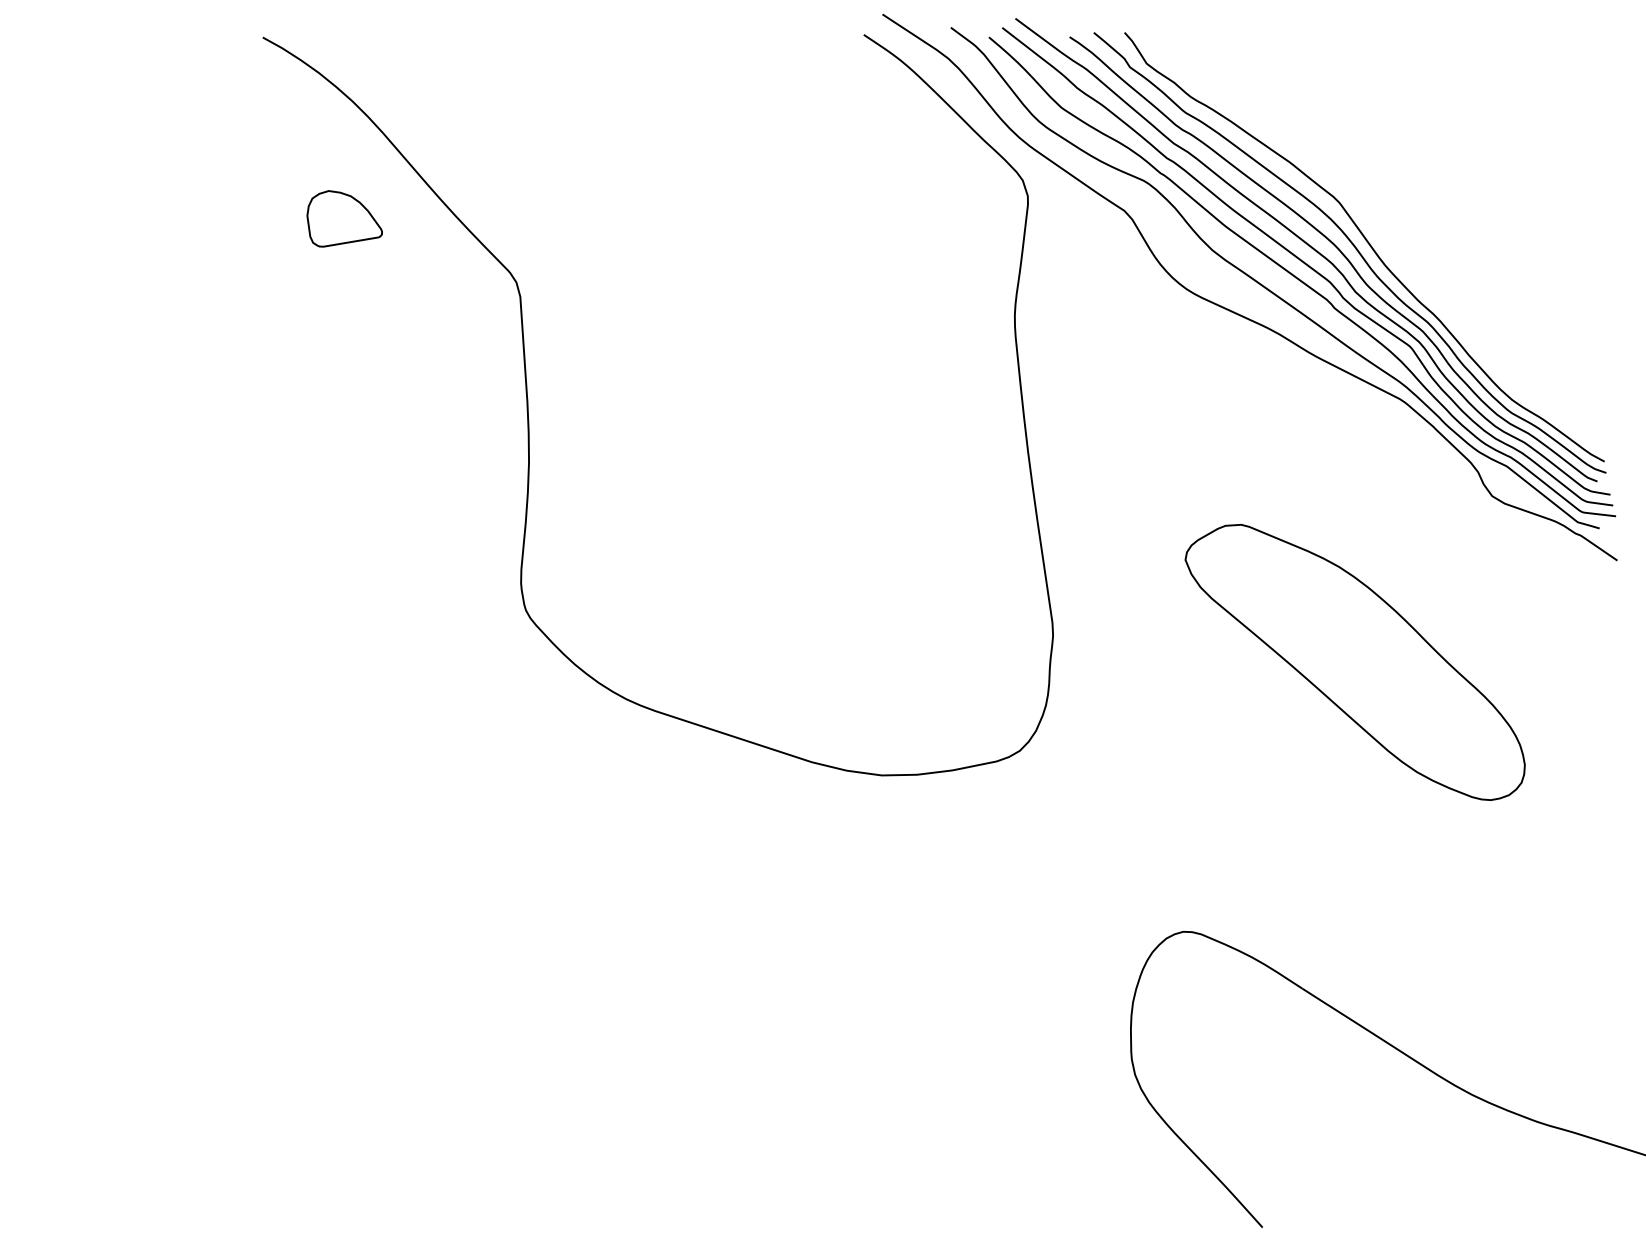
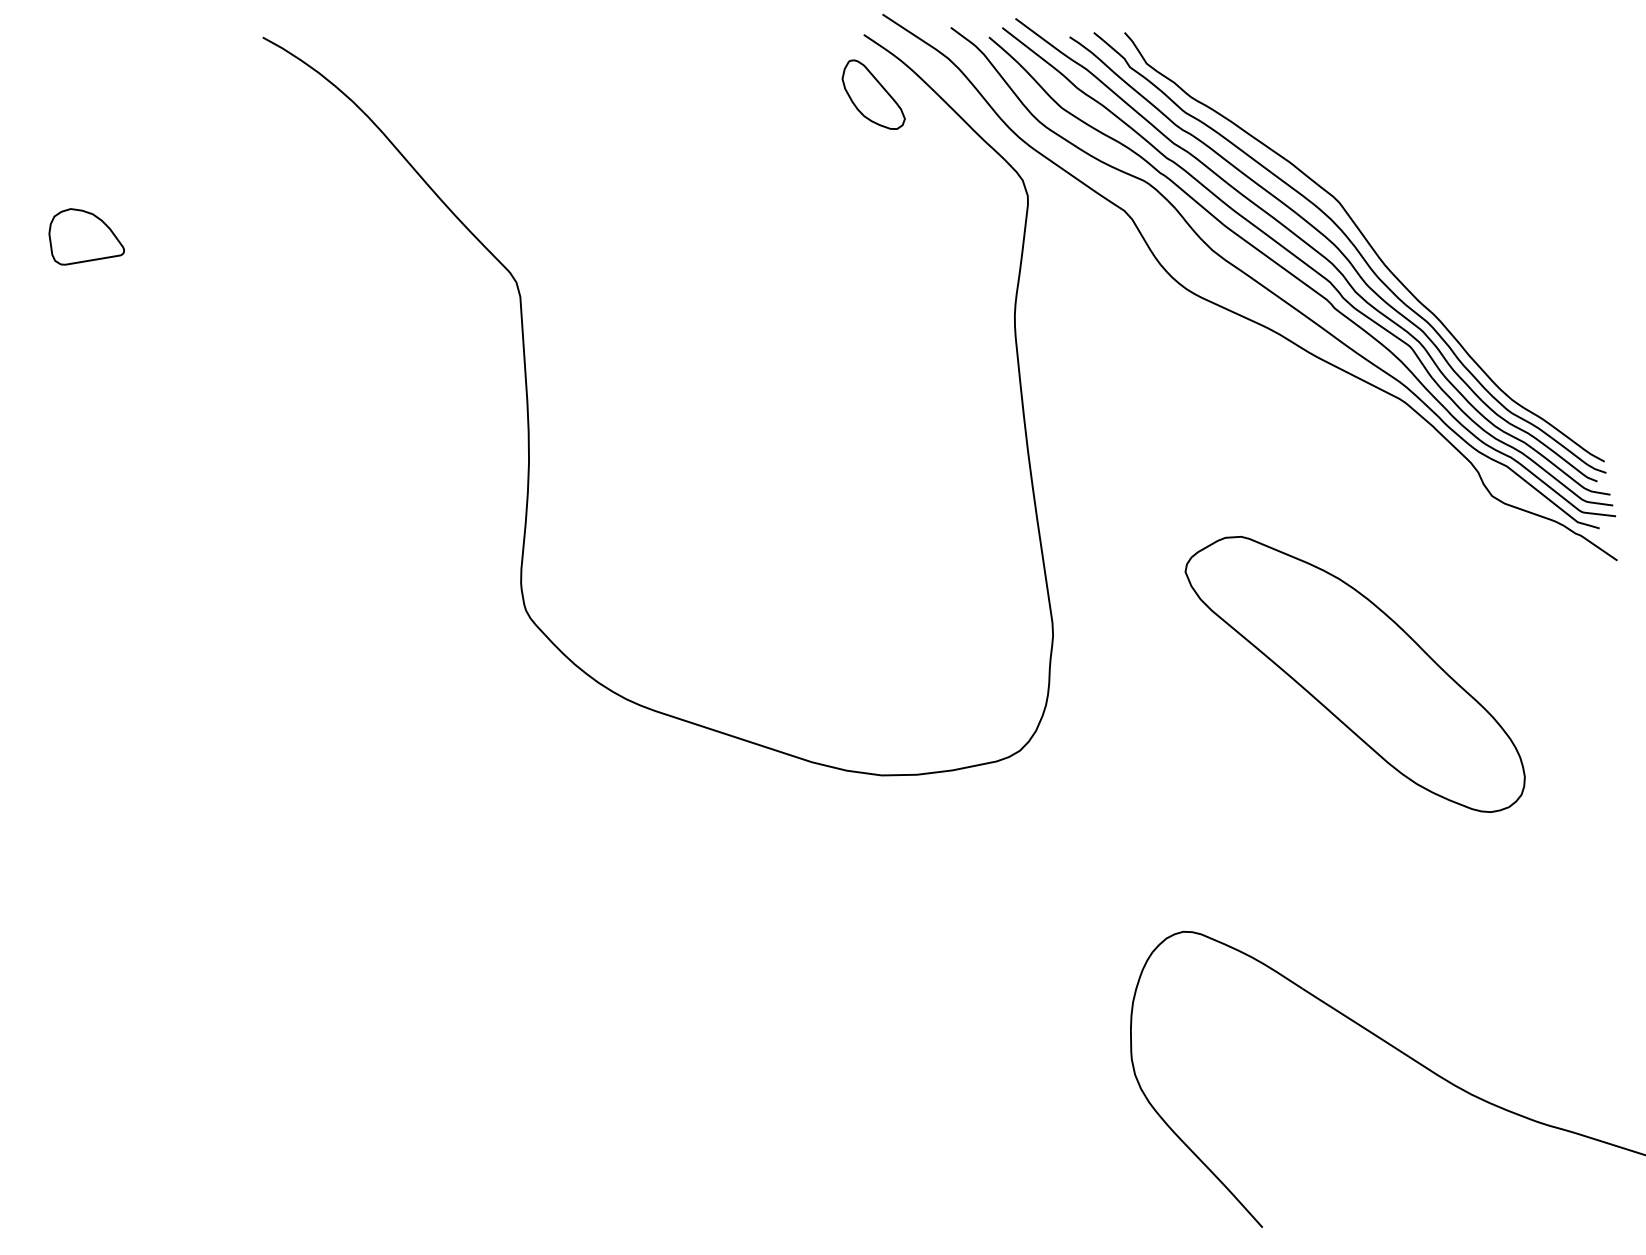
part at (873, 94): none -> present
part at (344, 218) position: (344, 218) -> (86, 236)
part at (1354, 662) position: (1354, 662) -> (1354, 674)
